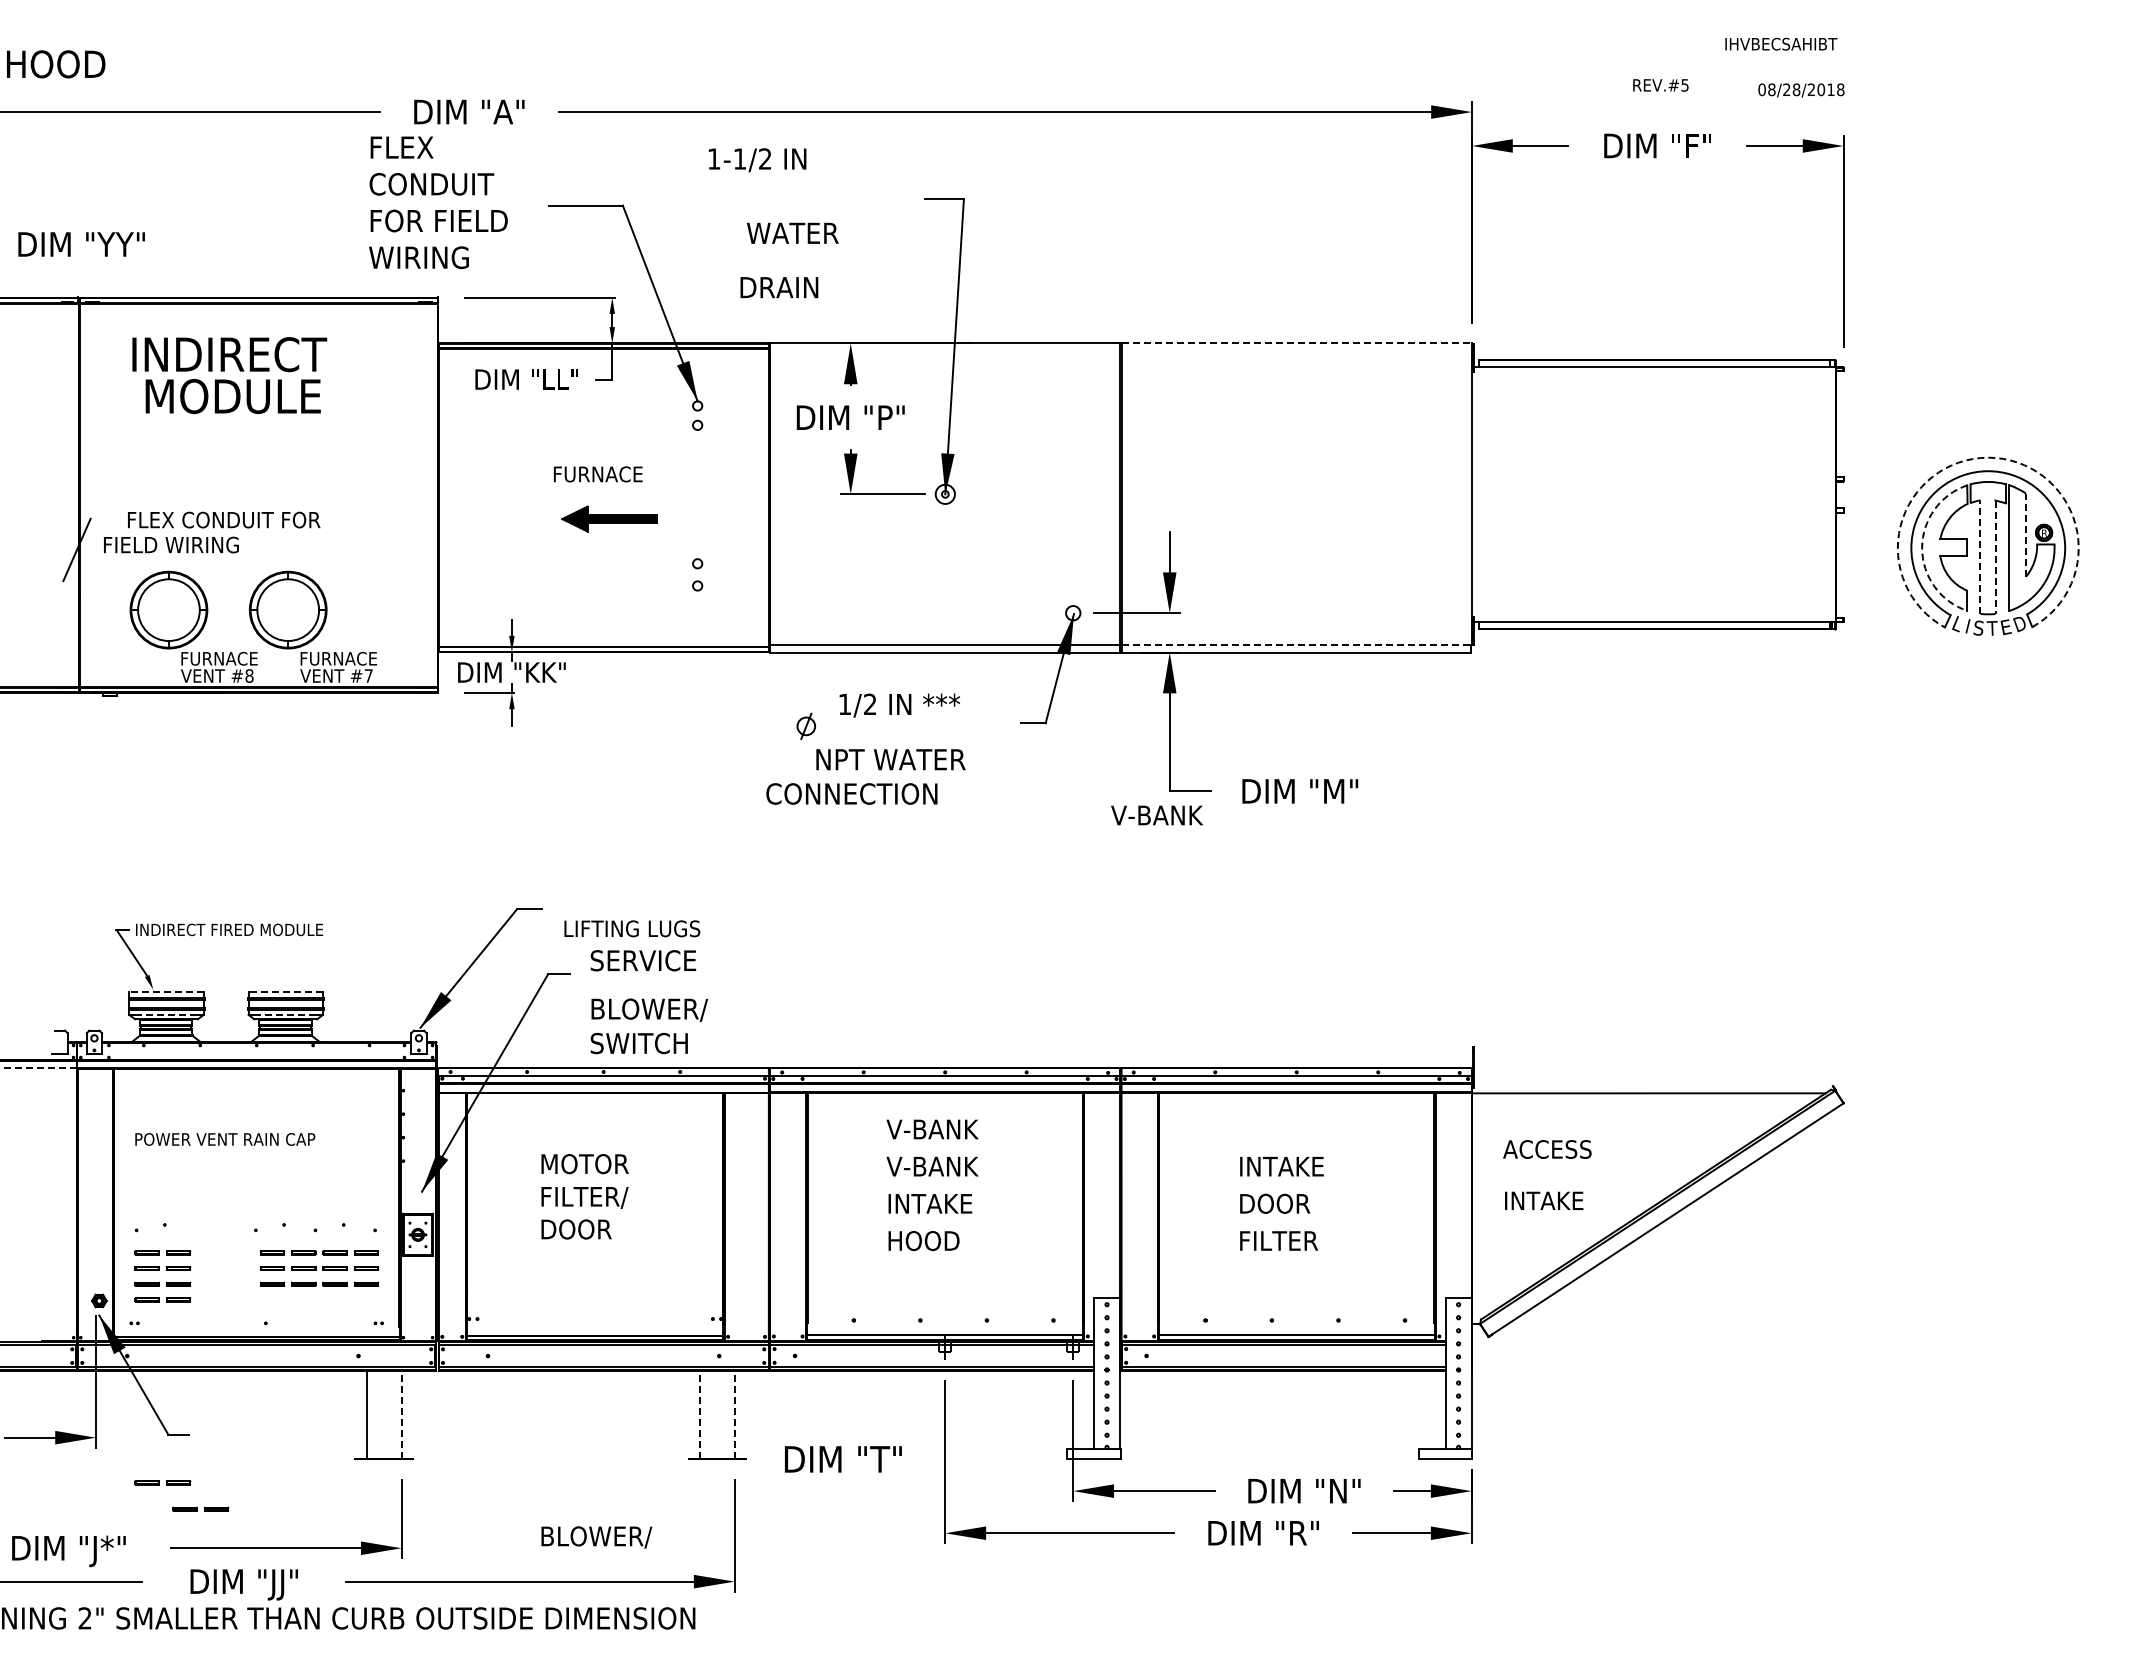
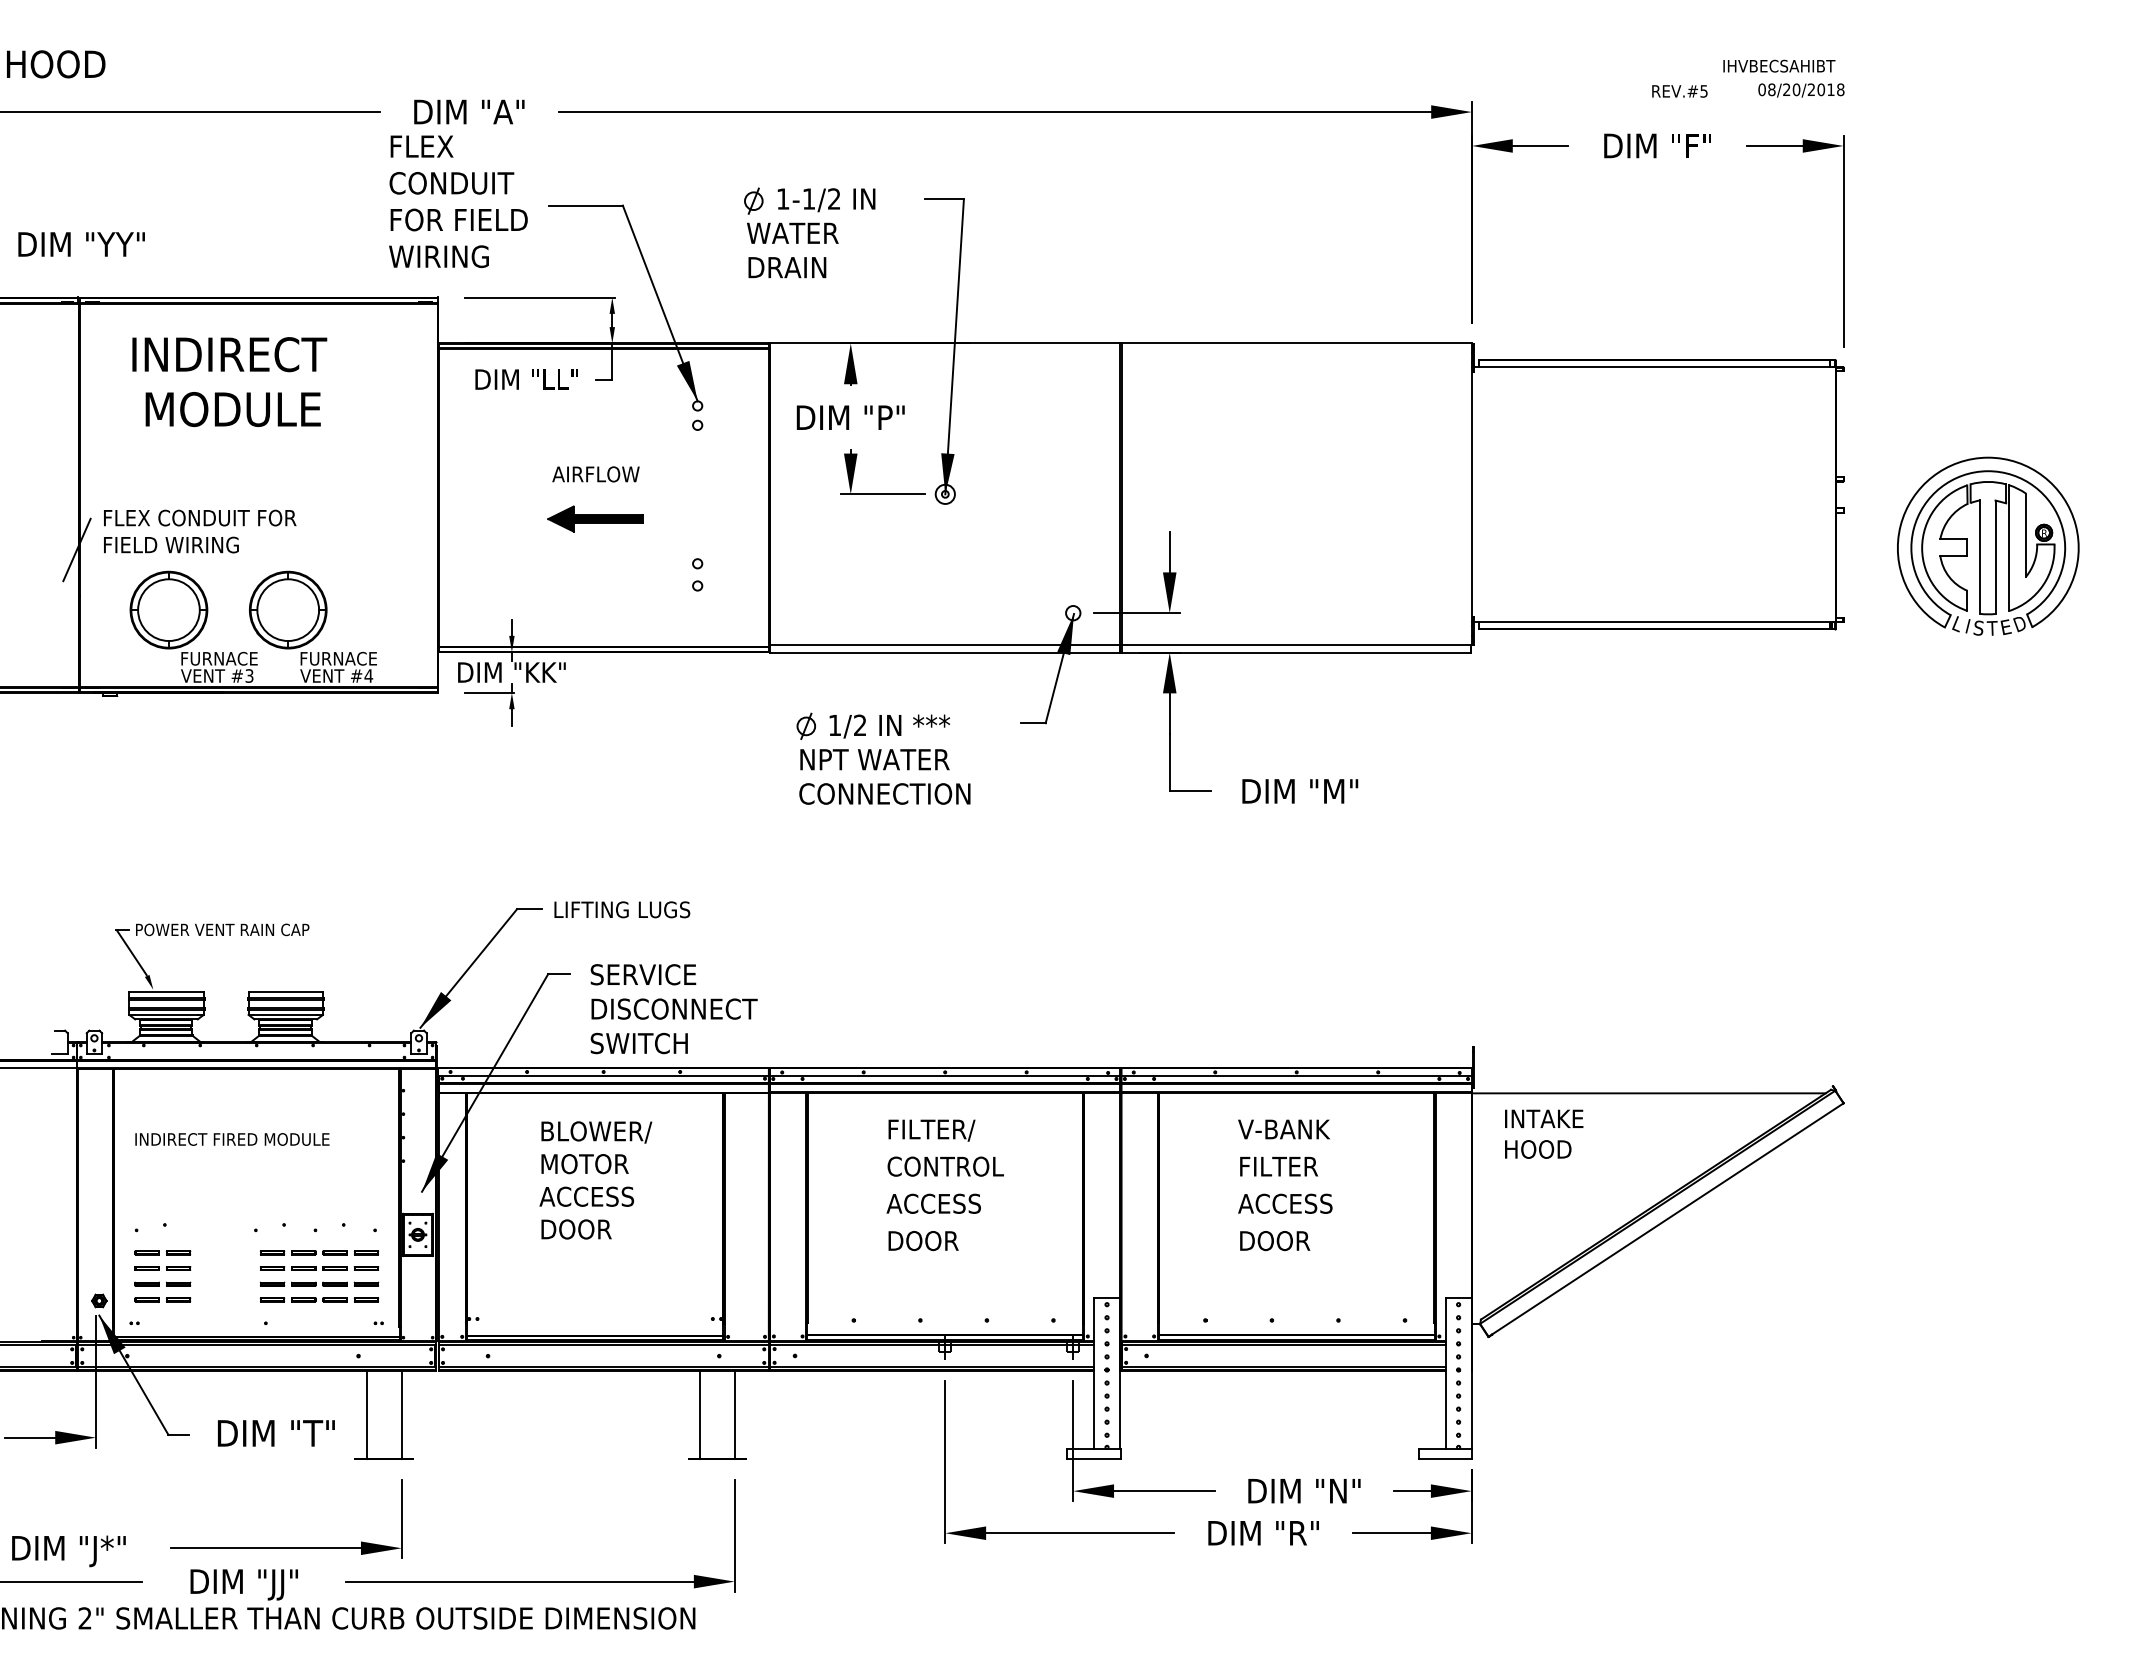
text at (1781, 43) position: (1781, 43) -> (1779, 65)
text at (1660, 85) position: (1660, 85) -> (1679, 91)
text at (1796, 89): 08/28/2018 -> 08/20/2018
text at (757, 160) position: (757, 160) -> (826, 200)
part at (753, 200): none -> present
text at (438, 202) position: (438, 202) -> (458, 201)
text at (779, 287) position: (779, 287) -> (787, 267)
line at (1297, 343): dashed -> solid
text at (232, 396) position: (232, 396) -> (232, 409)
arc at (1987, 457): dashed -> solid
text at (597, 474): FURNACE -> AIRFLOW
part at (609, 518) position: (609, 518) -> (595, 518)
text at (224, 519) position: (224, 519) -> (200, 517)
line at (2026, 535): dashed -> solid
arc at (1922, 548): dashed -> solid
line at (1980, 557): dashed -> solid
line at (1995, 557): dashed -> solid
line at (1297, 645): dashed -> solid
text at (249, 675): #8 -> #3
text at (368, 675): #7 -> #4
text at (899, 705) position: (899, 705) -> (889, 726)
text at (890, 759) position: (890, 759) -> (874, 759)
text at (851, 793) position: (851, 793) -> (884, 793)
text at (1156, 815) position: (1156, 815) -> (1283, 1129)
text at (632, 928) position: (632, 928) -> (622, 909)
text at (230, 929): INDIRECT FIRED MODULE -> POWER VENT RAIN CAP
text at (643, 960) position: (643, 960) -> (643, 974)
line at (166, 991): dashed -> solid
line at (285, 991): dashed -> solid
text at (675, 1009): BLOWER/ -> DISCONNECT
line at (167, 1014): dashed -> solid
line at (286, 1014): dashed -> solid
line at (38, 1068): dashed -> solid
text at (932, 1130): V-BANK -> FILTER/
text at (232, 1139): POWER VENT RAIN CAP -> INDIRECT FIRED MODULE
text at (1547, 1149): ACCESS -> HOOD
text at (944, 1166): V-BANK -> CONTROL
text at (1282, 1166): INTAKE -> FILTER
text at (586, 1197): FILTER/ -> ACCESS
text at (1544, 1200) position: (1544, 1200) -> (1544, 1118)
text at (933, 1203): INTAKE -> ACCESS
text at (1285, 1203): DOOR -> ACCESS
text at (925, 1240): HOOD -> DOOR
text at (1280, 1241): FILTER -> DOOR
part at (319, 1299): none -> present
line at (401, 1415): dashed -> solid
line at (700, 1415): dashed -> solid
line at (734, 1415): dashed -> solid
text at (843, 1459) position: (843, 1459) -> (276, 1433)
part at (162, 1482): present -> none
part at (200, 1508): present -> none
text at (596, 1537) position: (596, 1537) -> (596, 1132)
